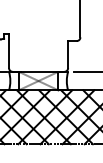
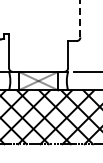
line at (80, 18): solid -> dashed
